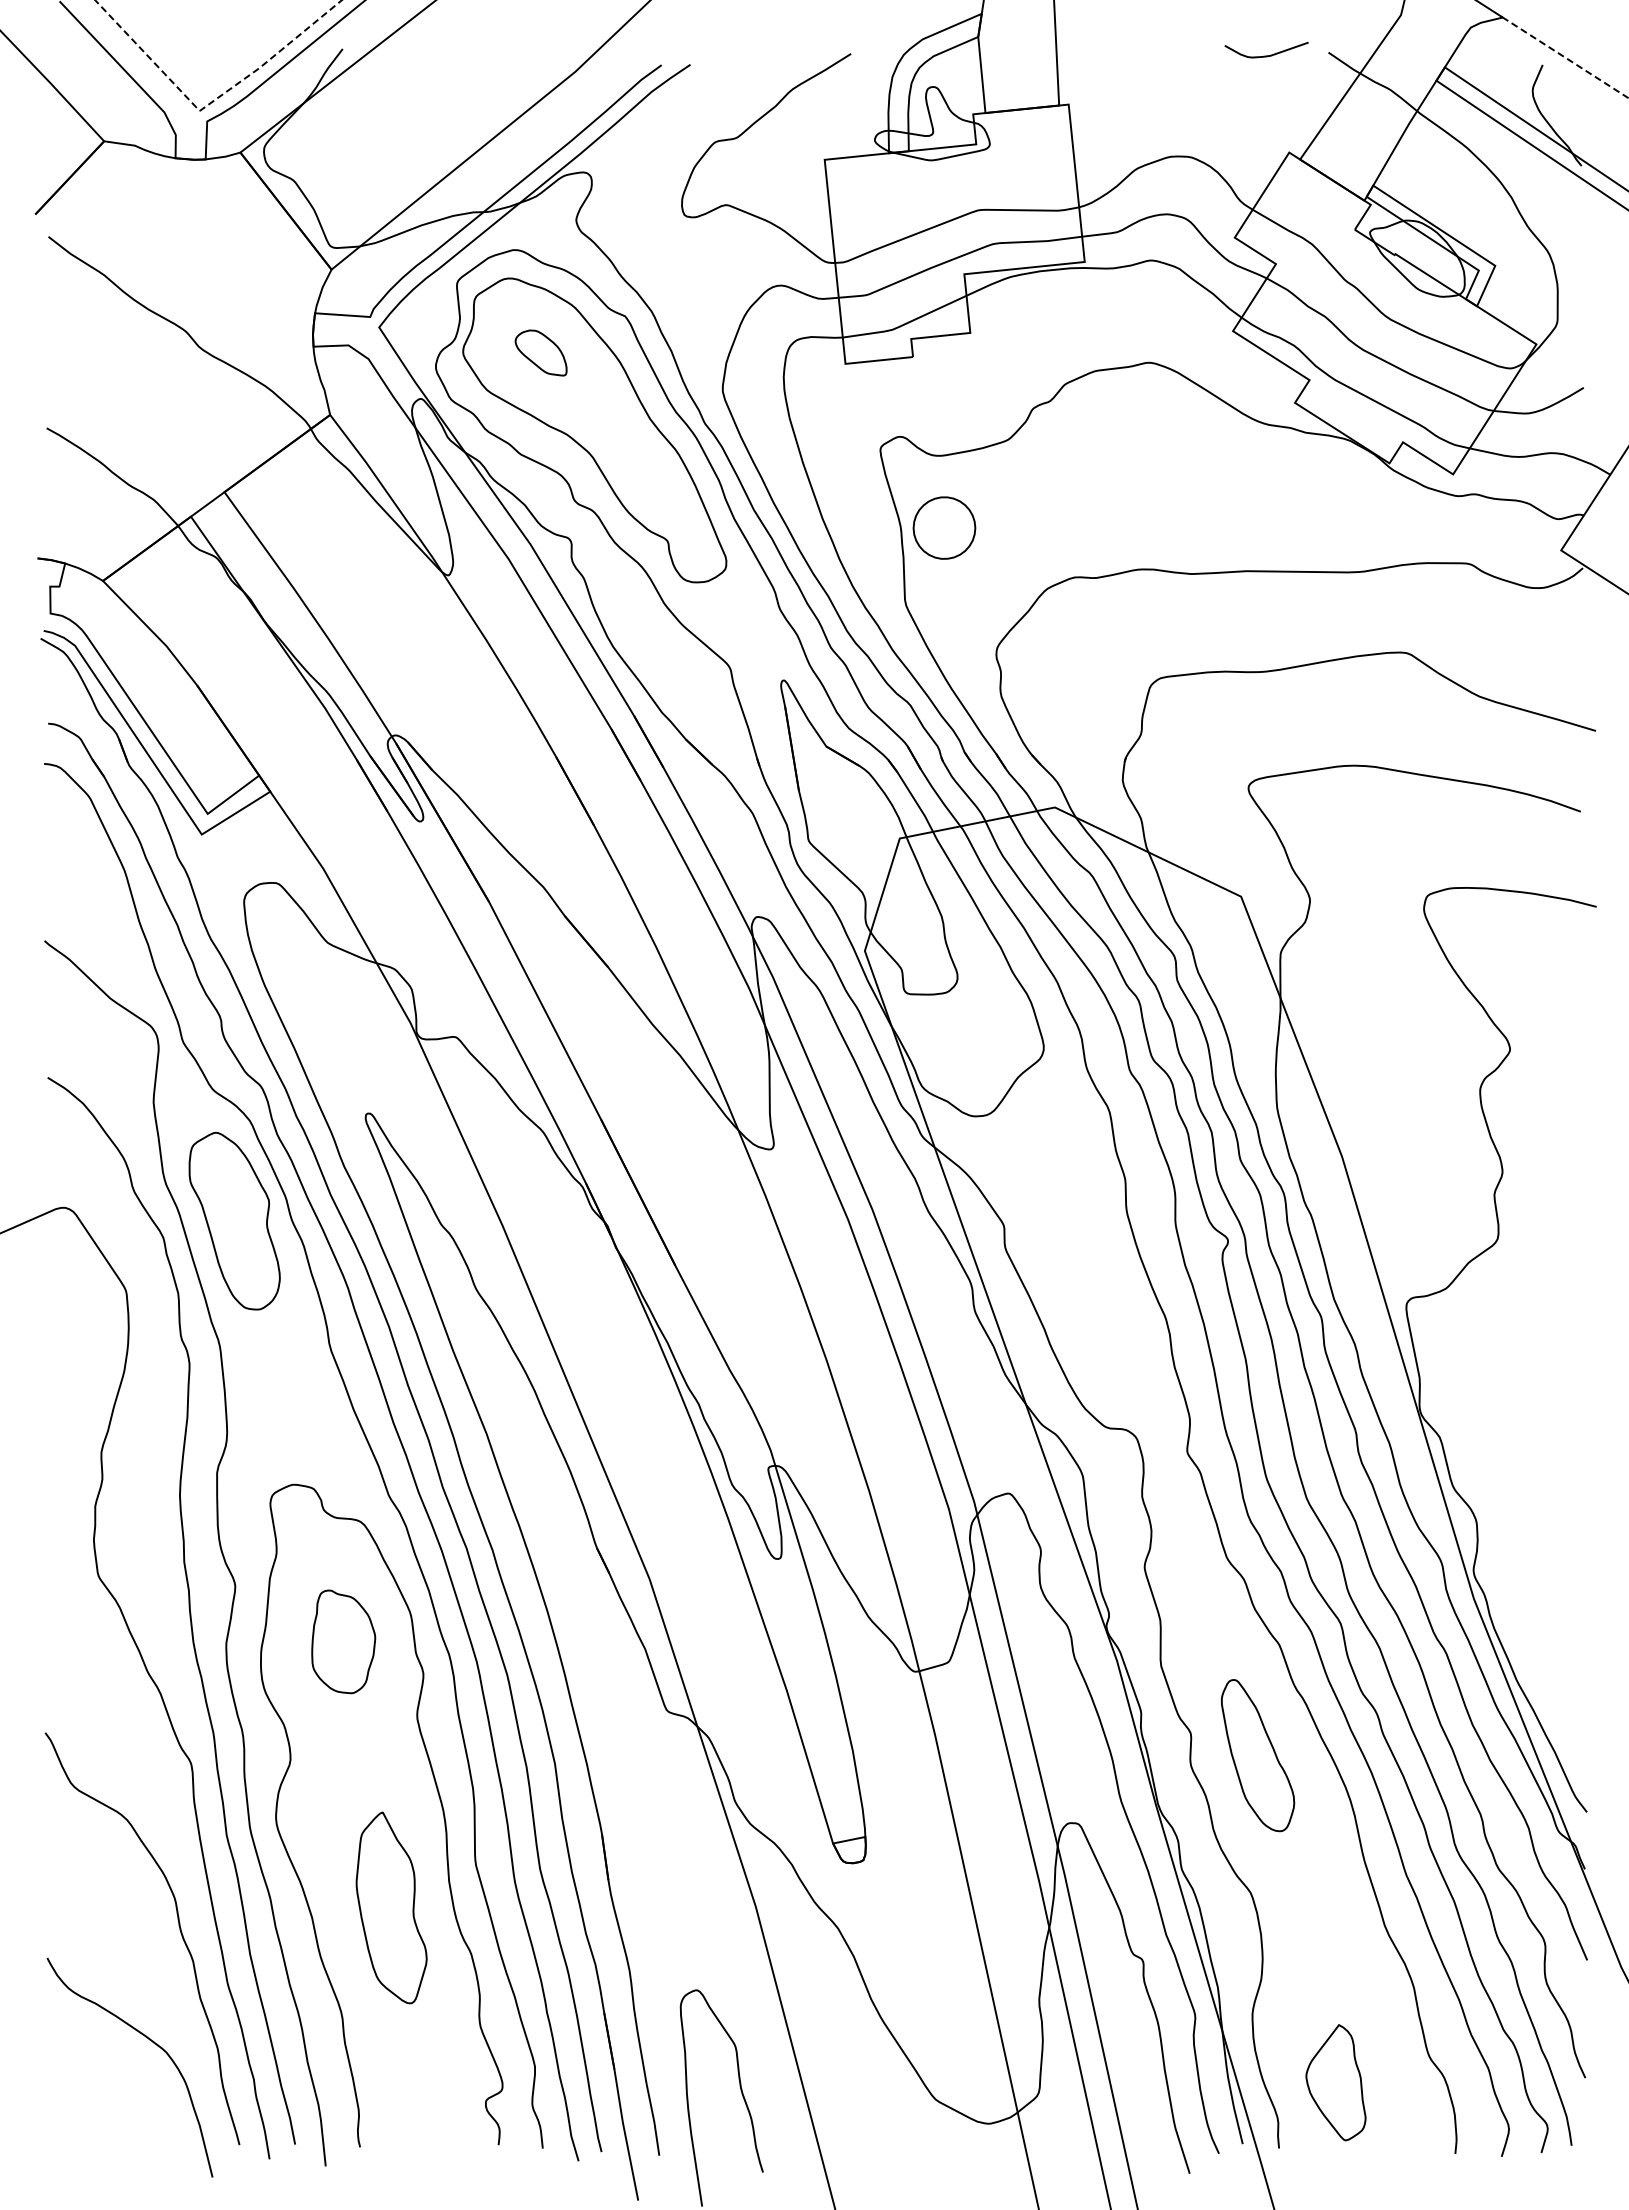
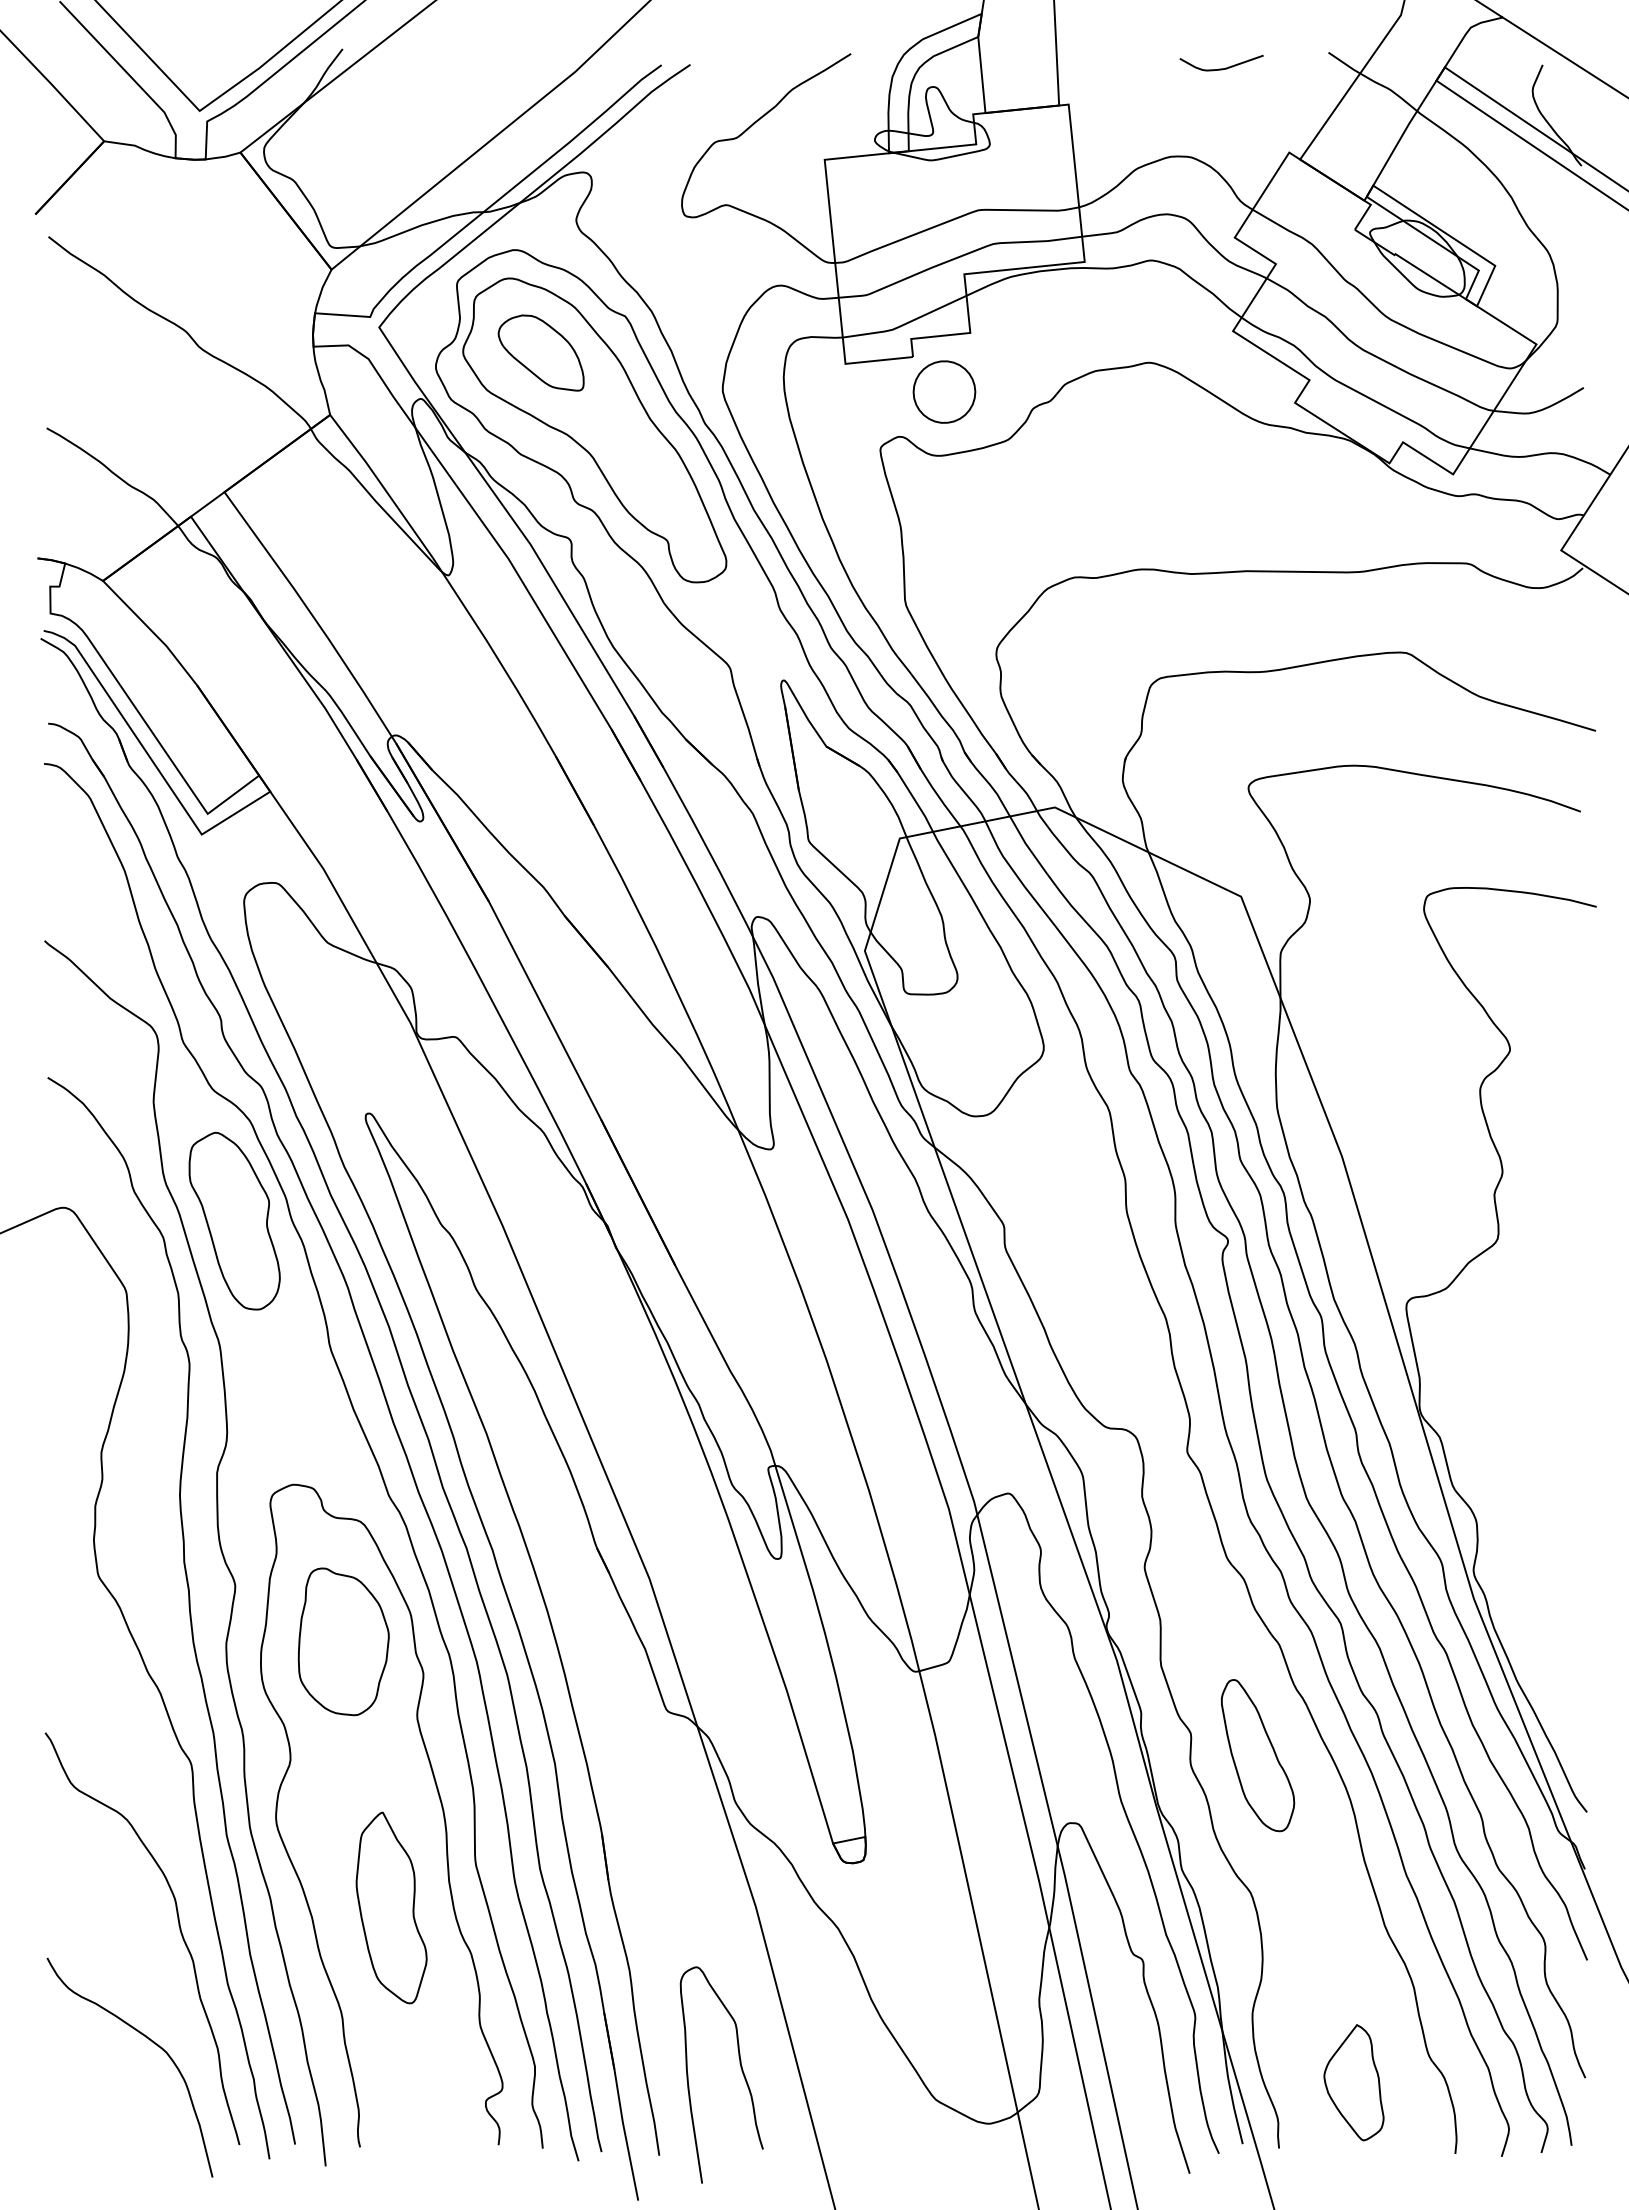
curve at (1266, 55) position: (1266, 55) -> (1221, 68)
line at (1565, 57): dashed -> solid
line at (211, 102): dashed -> solid
part at (540, 352) size: 54x48 px -> 88x78 px
part at (944, 527) position: (944, 527) -> (944, 391)
part at (343, 1641) size: 66x106 px -> 93x150 px
part at (1335, 2082) position: (1335, 2082) -> (1353, 2082)
curve at (741, 2094) position: (741, 2094) -> (741, 2071)
